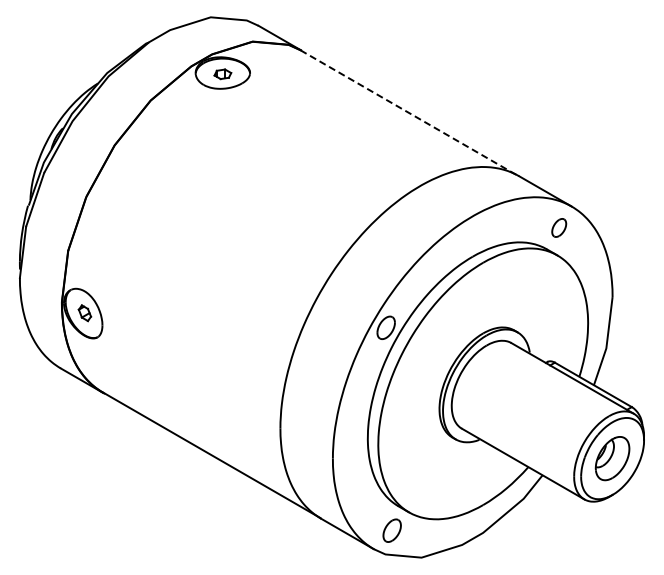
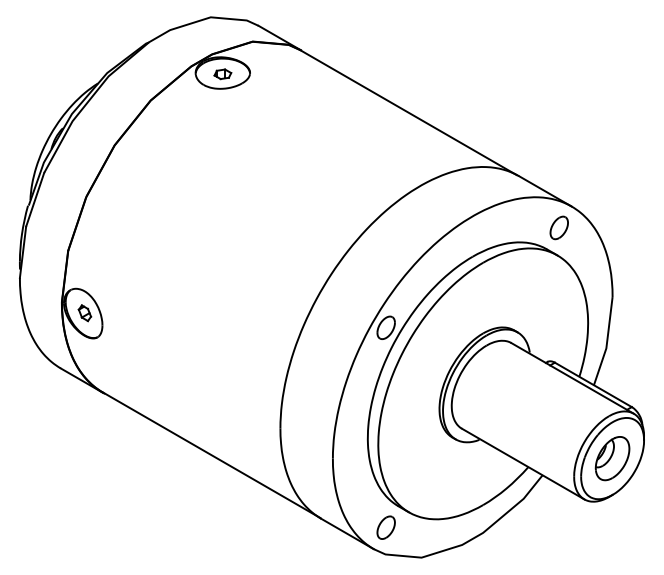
line at (408, 112): dashed -> solid
part at (559, 227) size: 17x20 px -> 20x26 px
part at (391, 530) position: (391, 530) -> (385, 527)
